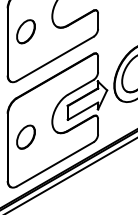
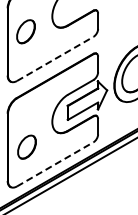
line at (55, 58): solid -> dashed
part at (25, 136) position: (25, 136) -> (26, 146)
line at (55, 164): solid -> dashed
